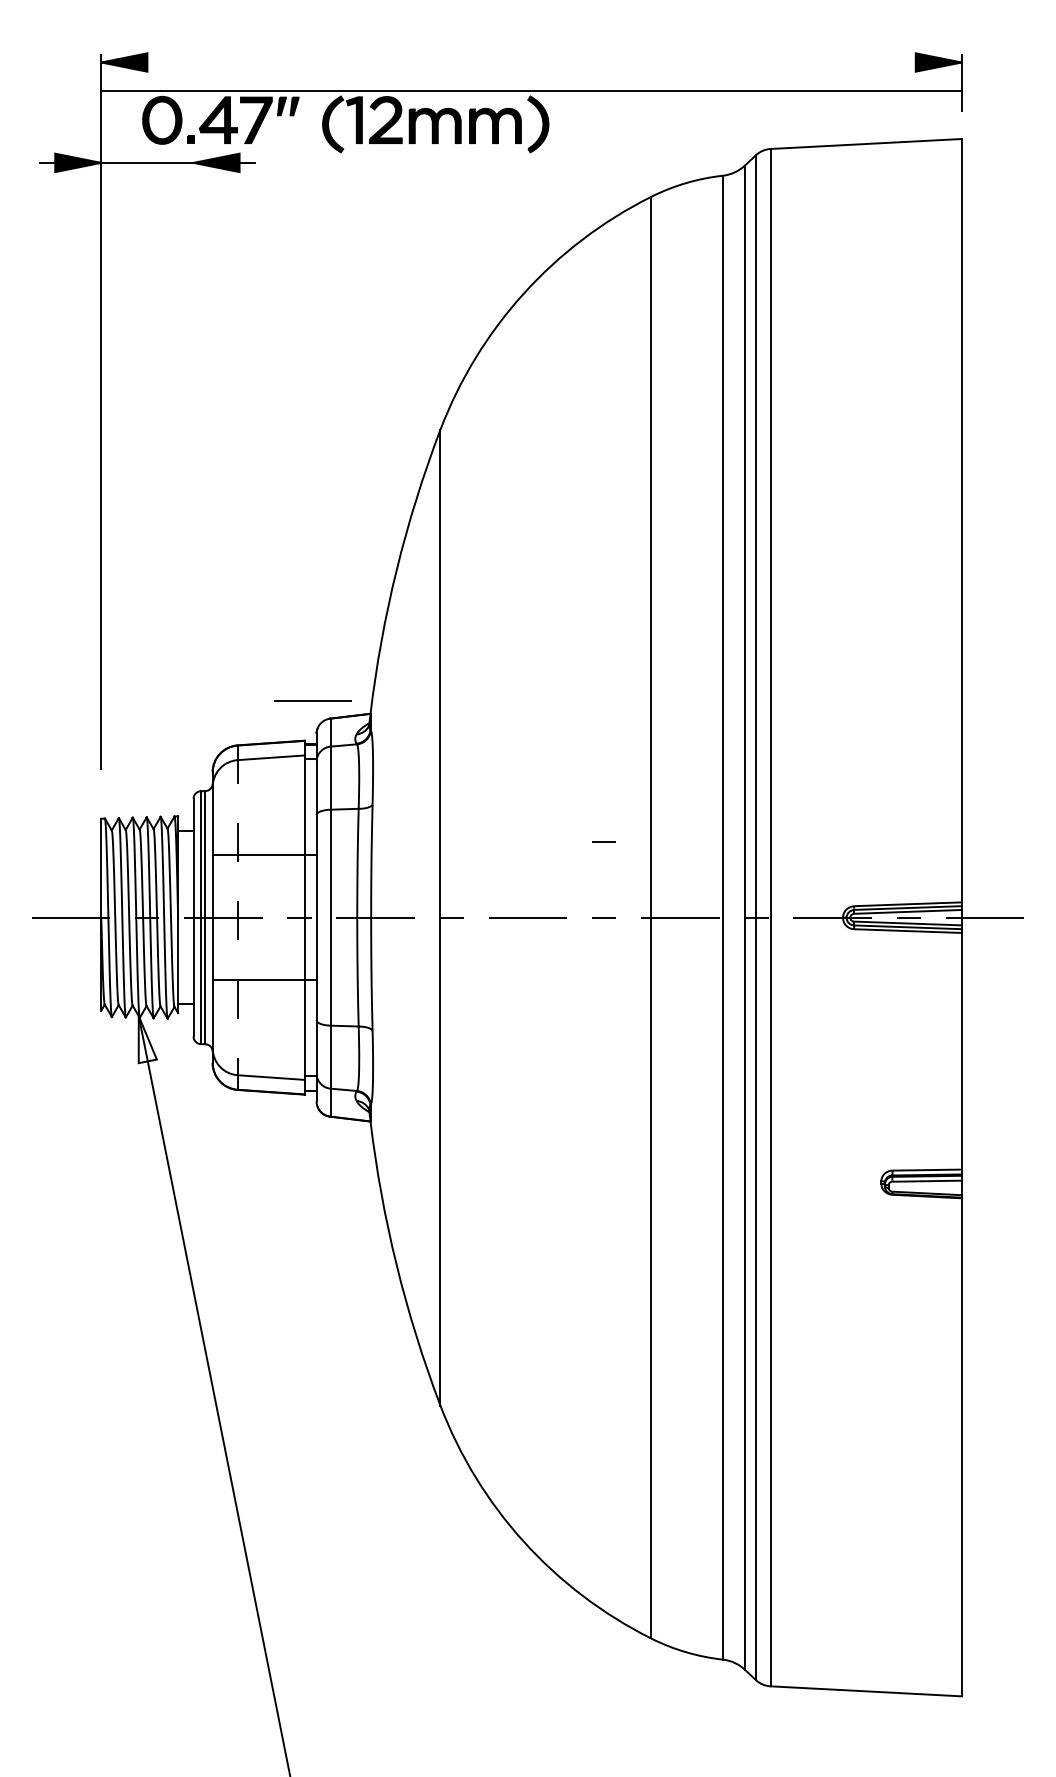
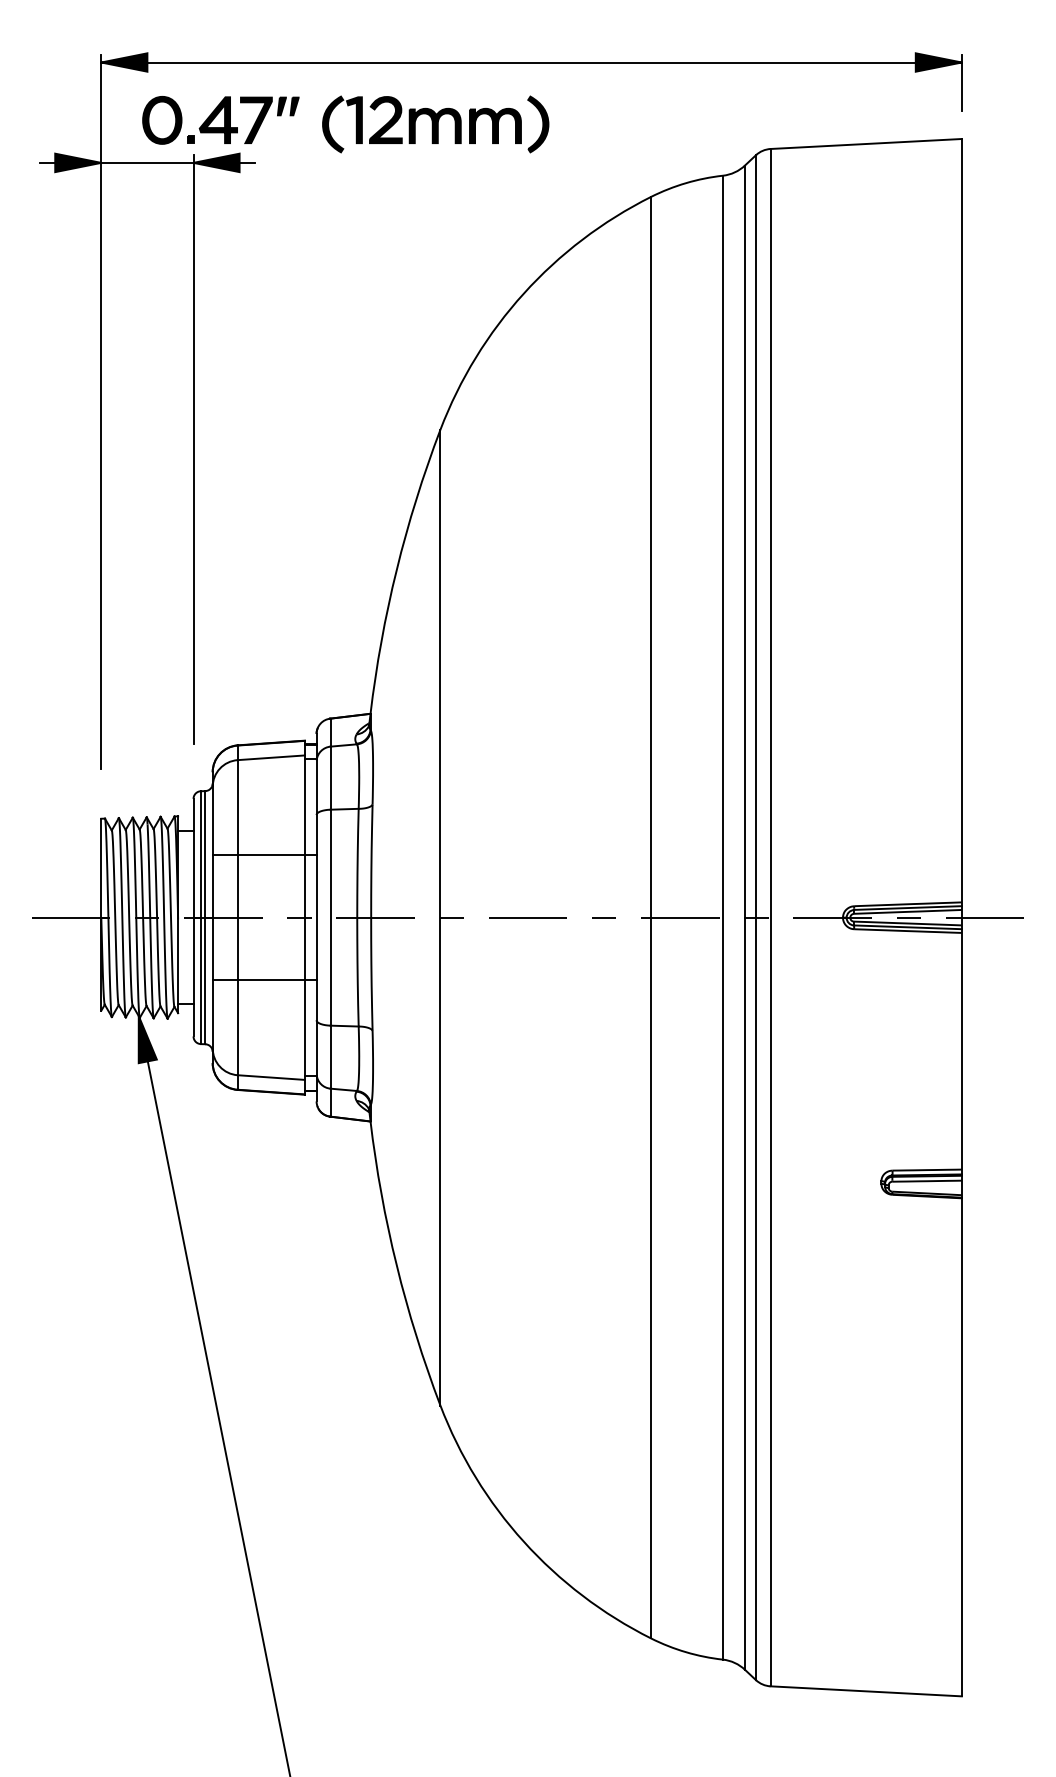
line at (531, 90) position: (531, 90) -> (531, 62)
line at (193, 449): none -> present
line at (312, 700): present -> none
line at (603, 841): present -> none
line at (237, 918): dashed -> solid
fill at (147, 1039): none -> present
